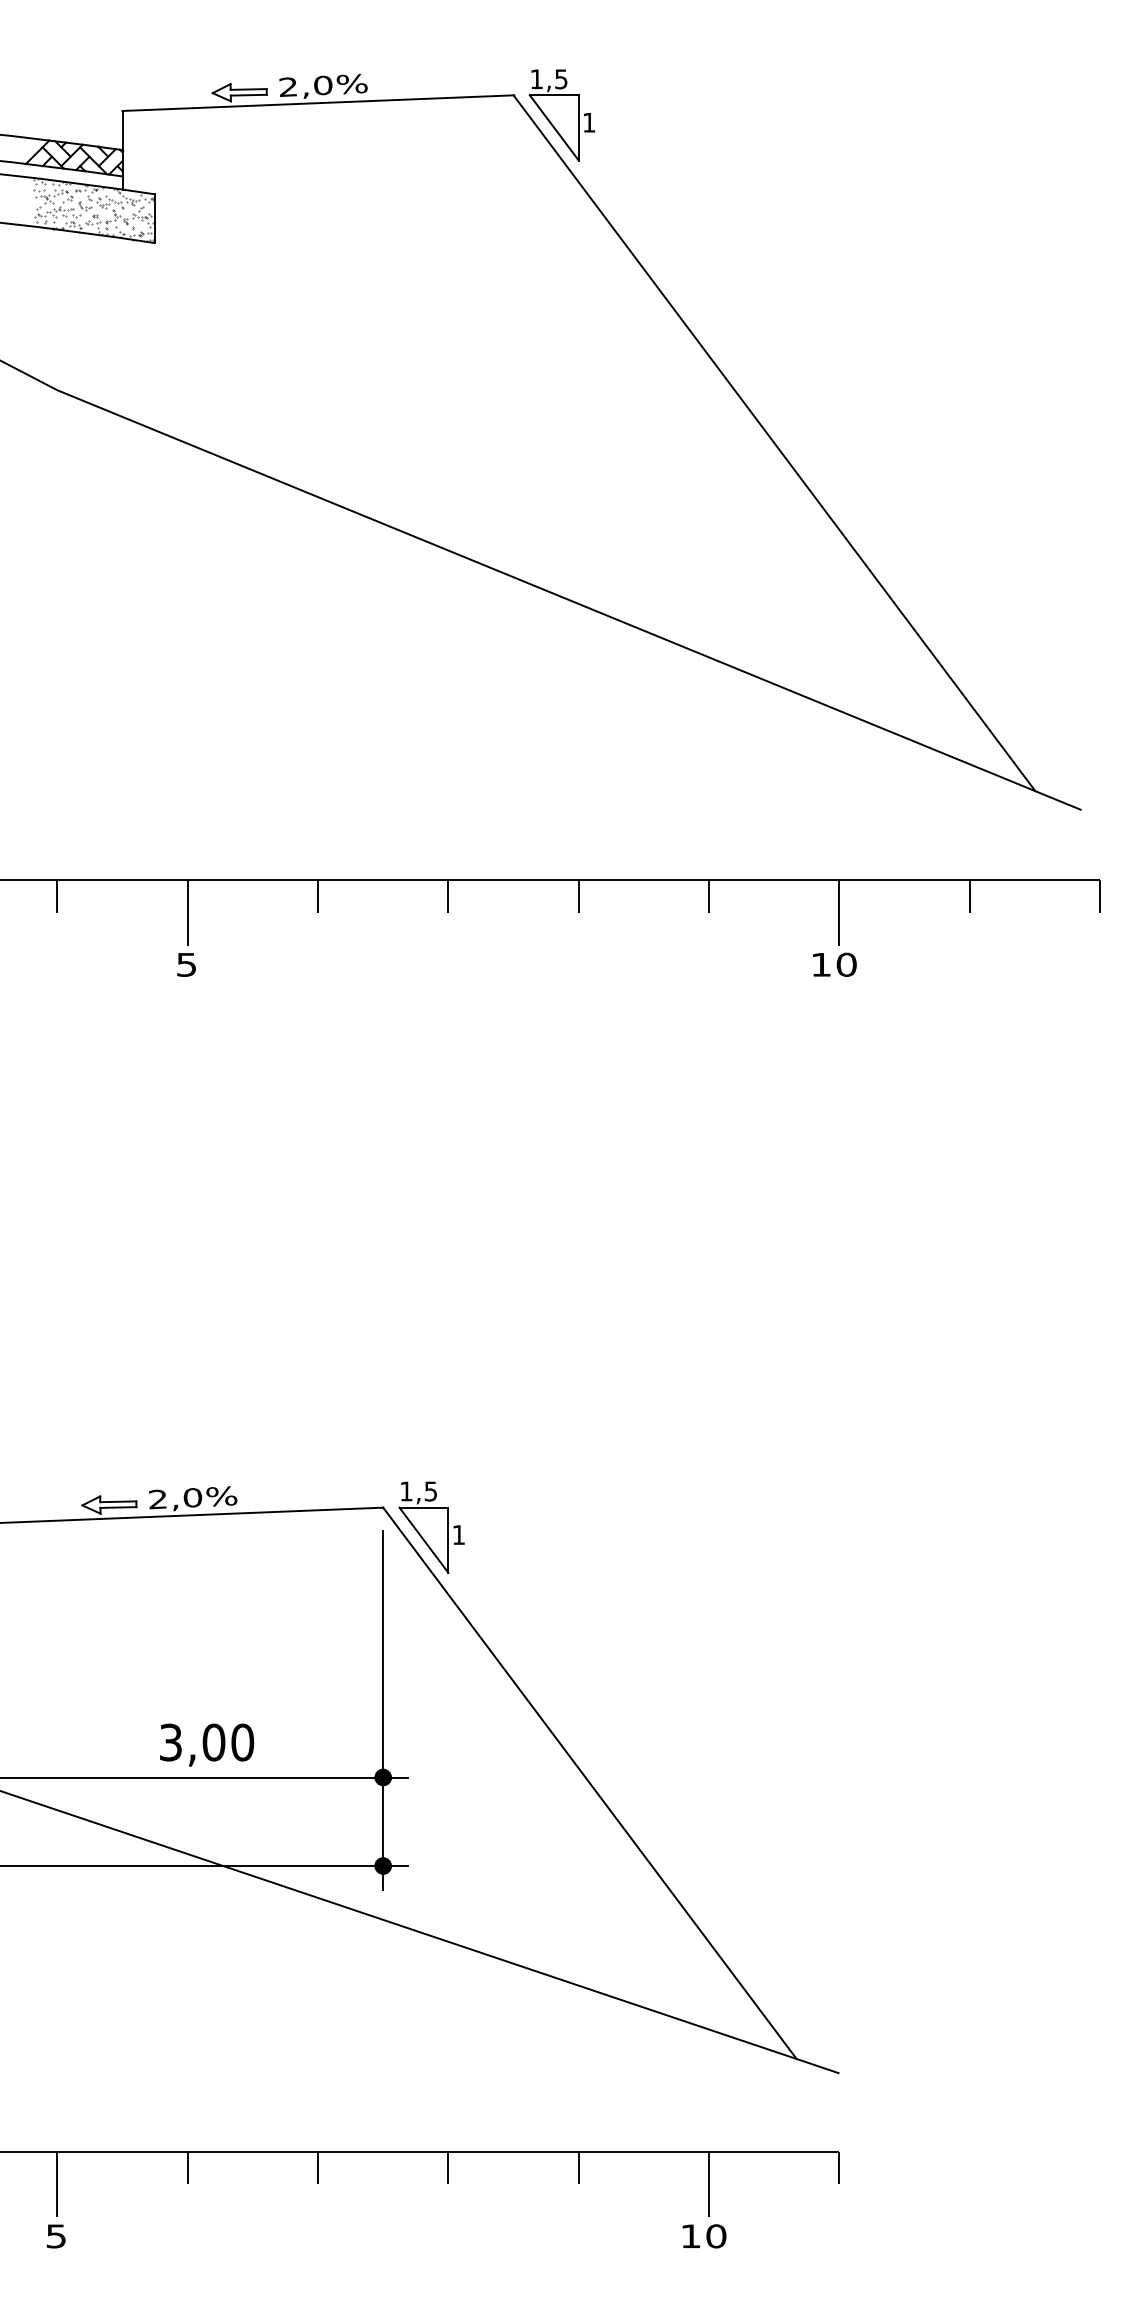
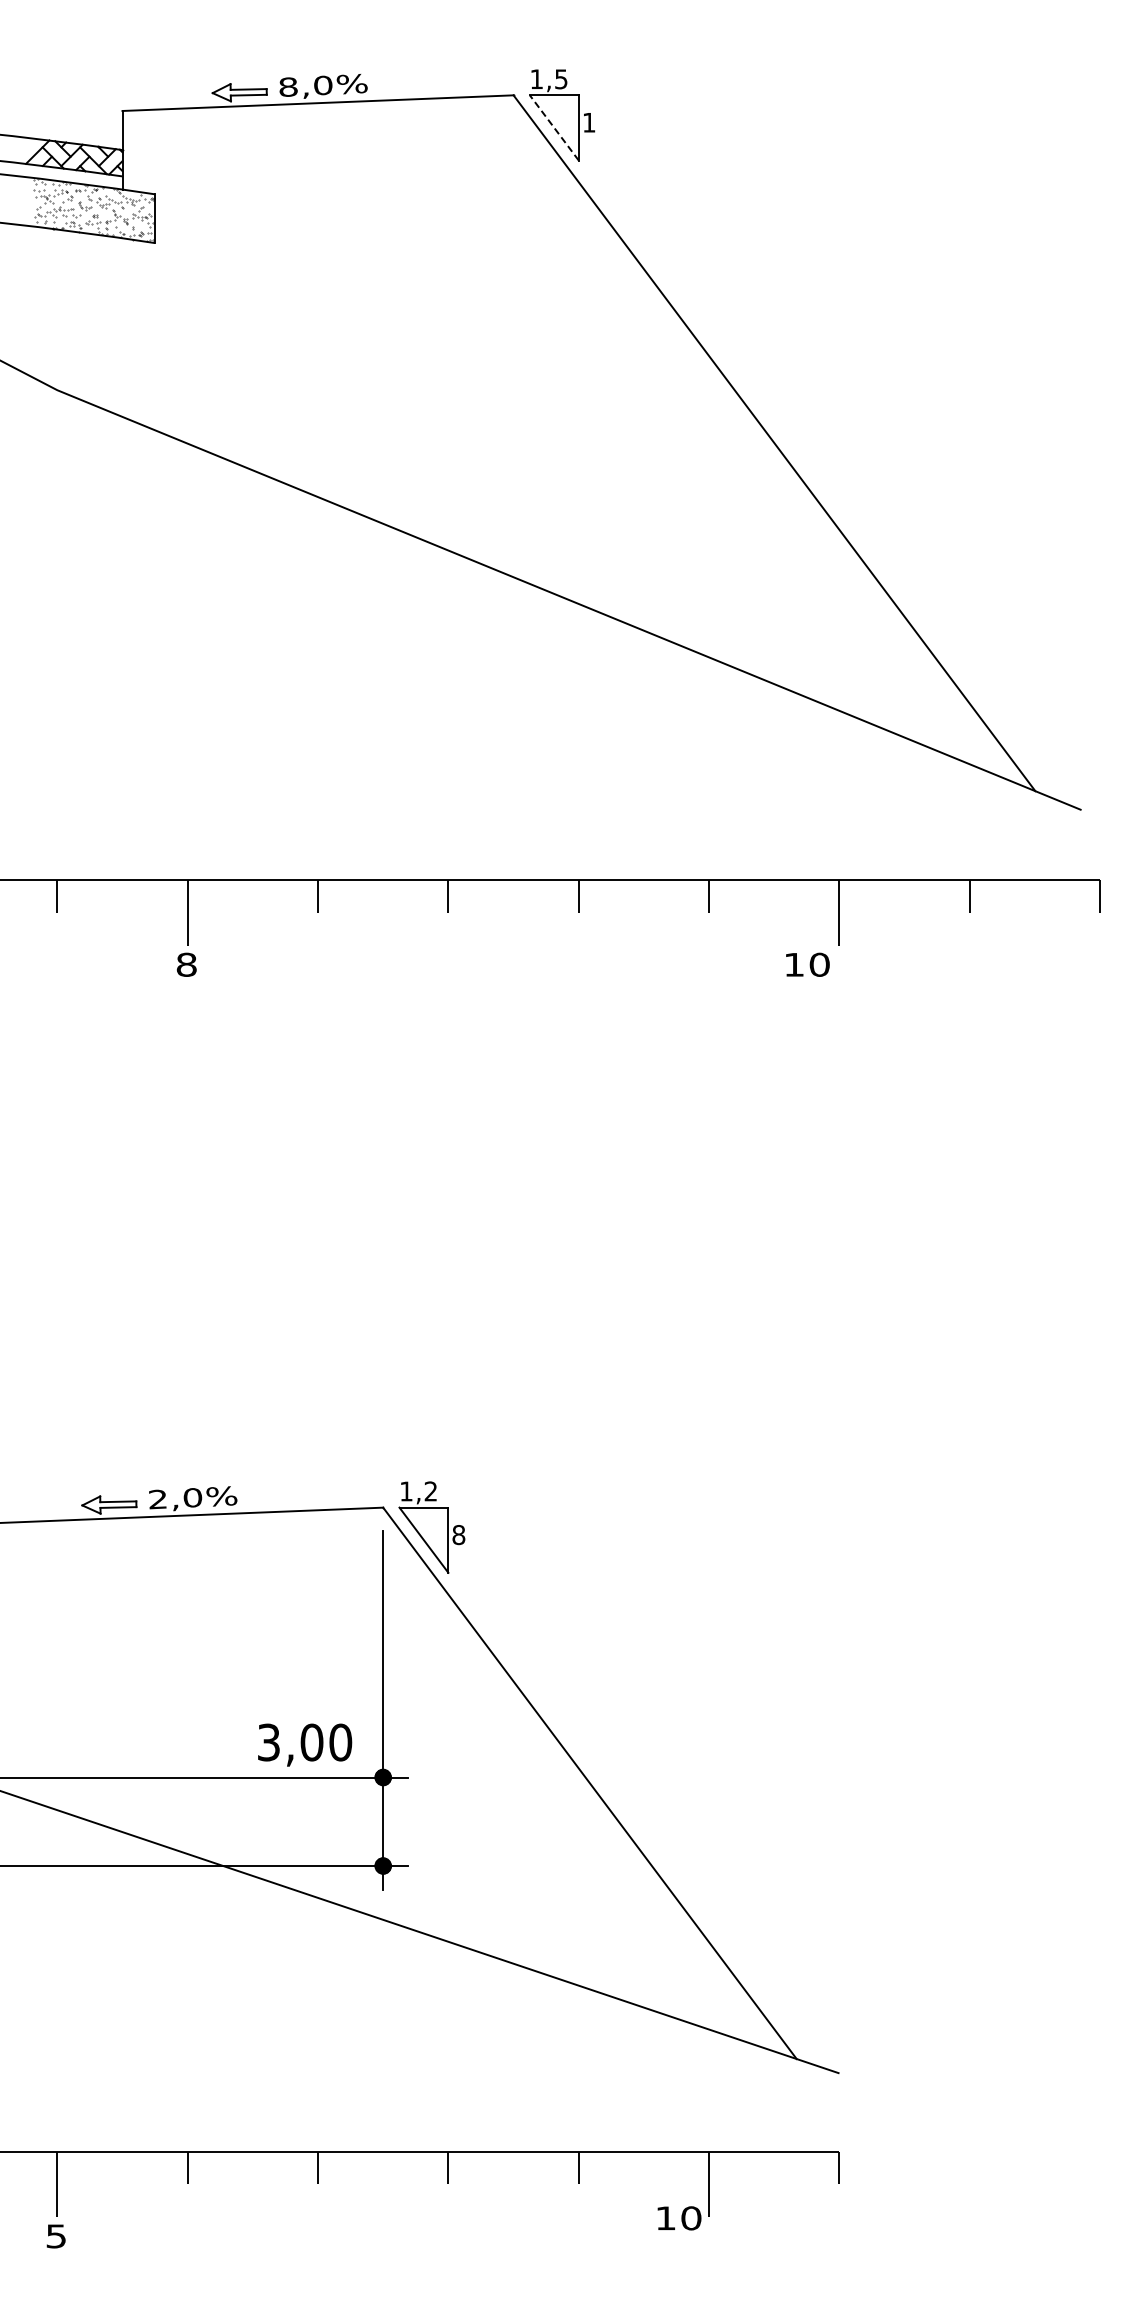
text at (288, 86): 2,0% -> 8,0%
line at (554, 127): solid -> dashed
text at (186, 964): 5 -> 8
text at (834, 964) position: (834, 964) -> (807, 964)
text at (430, 1491): 1,5 -> 1,2
text at (458, 1535): 1 -> 8
text at (207, 1744) position: (207, 1744) -> (305, 1744)
text at (704, 2236) position: (704, 2236) -> (679, 2218)
